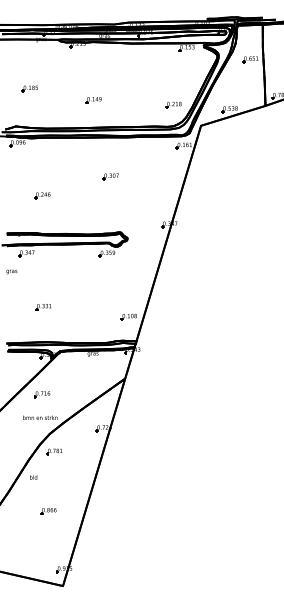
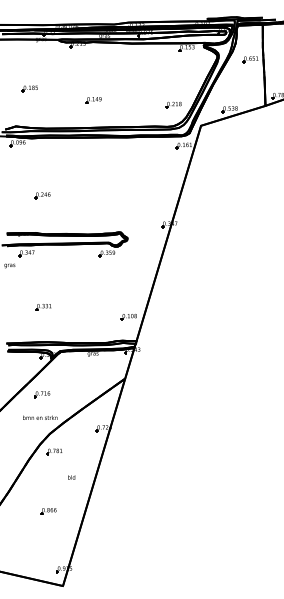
part at (110, 176): present -> none
text at (11, 271) position: (11, 271) -> (9, 265)
text at (33, 477) position: (33, 477) -> (71, 477)
